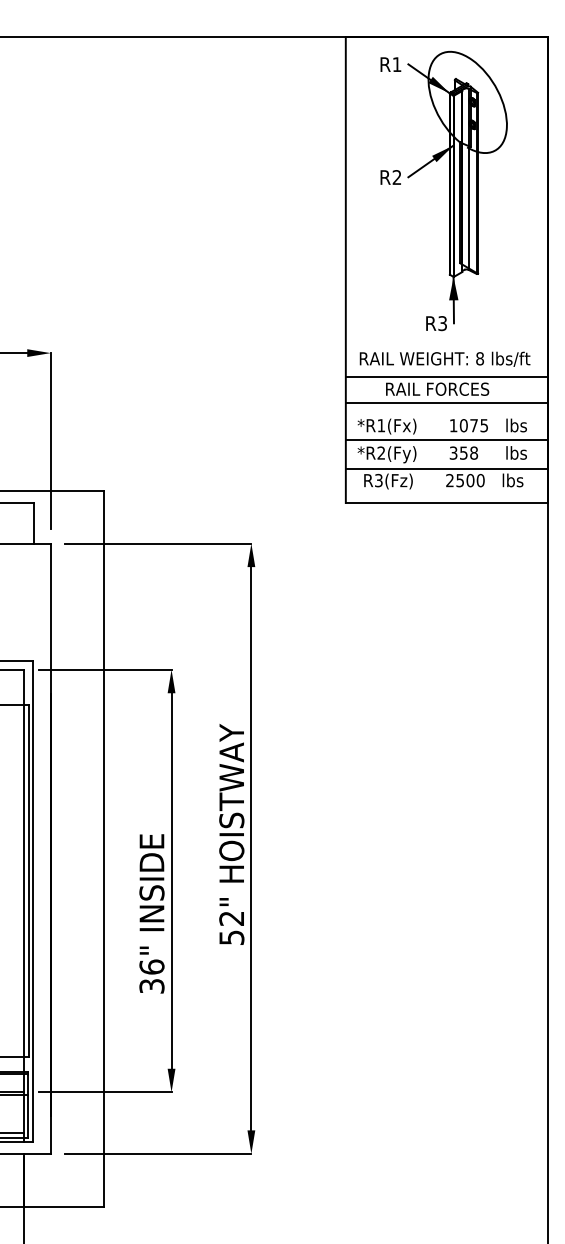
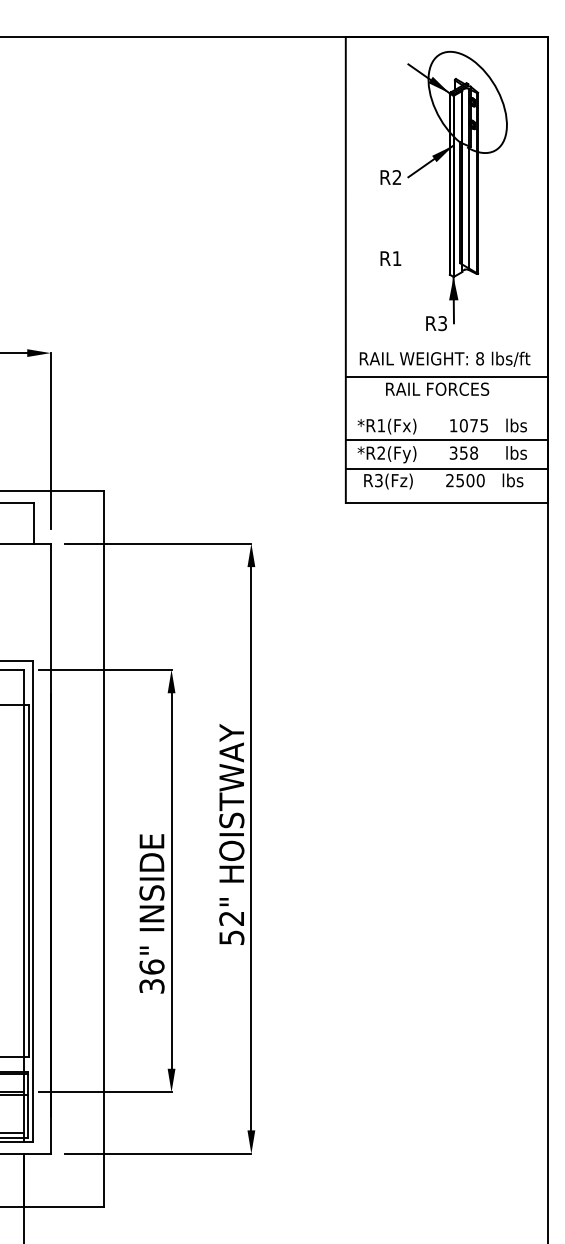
text at (390, 64) position: (390, 64) -> (390, 258)
line at (446, 402): present -> none
